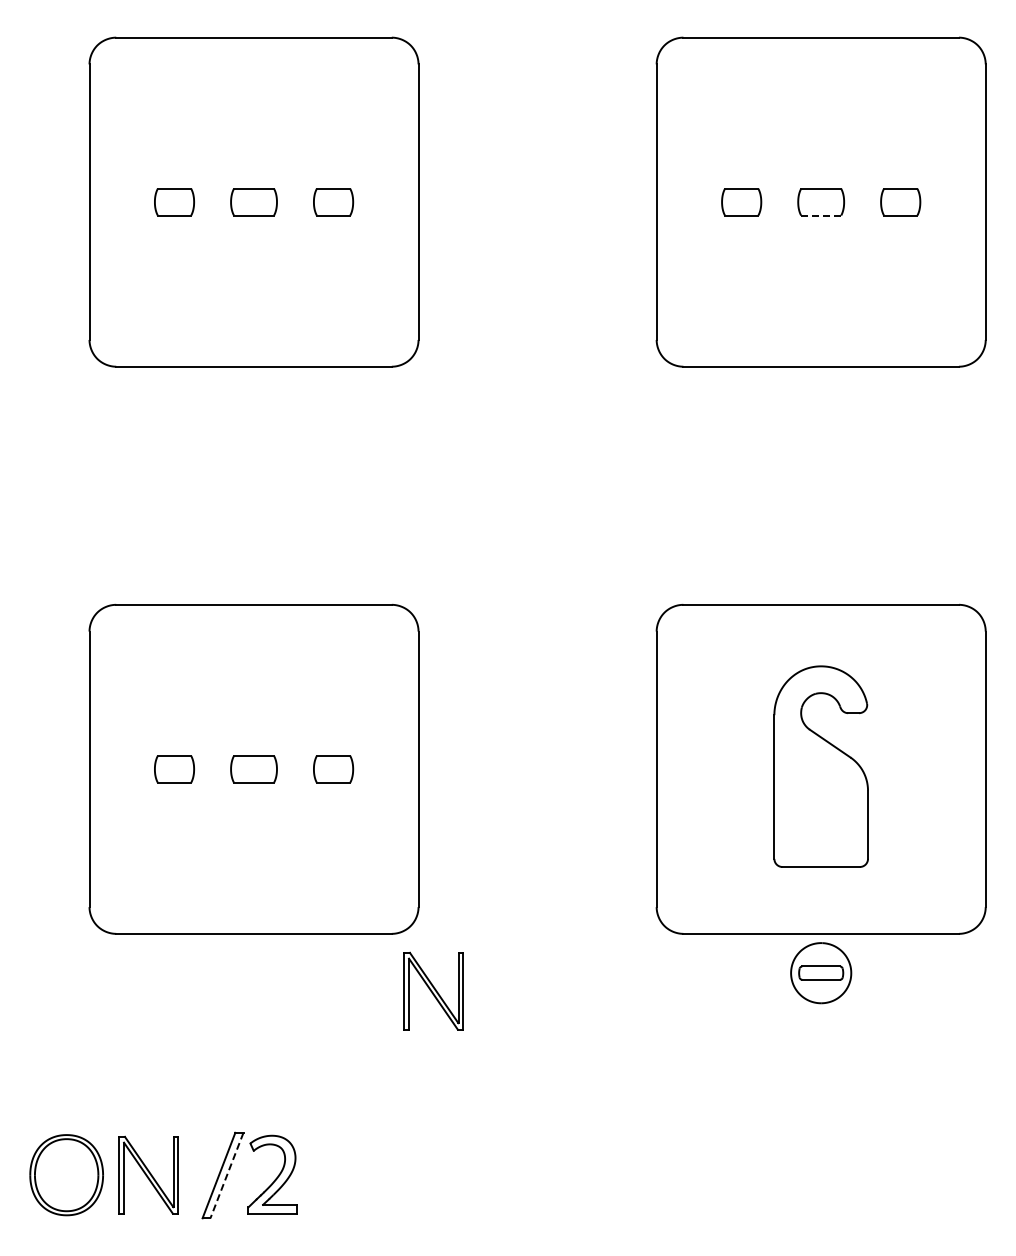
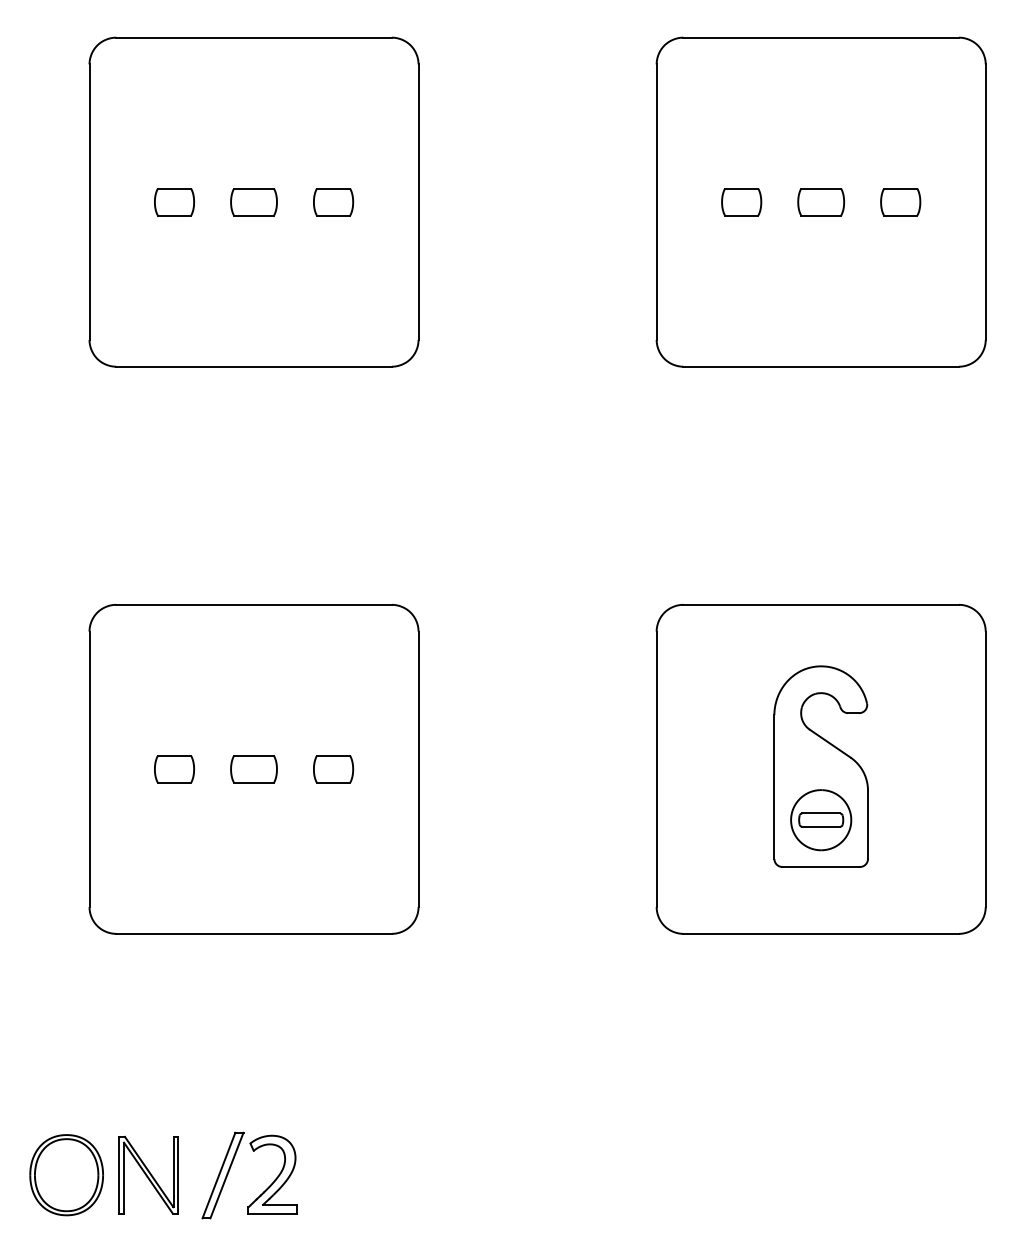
line at (821, 215): dashed -> solid
part at (821, 973) position: (821, 973) -> (821, 820)
part at (433, 990): present -> none
line at (226, 1175): dashed -> solid
